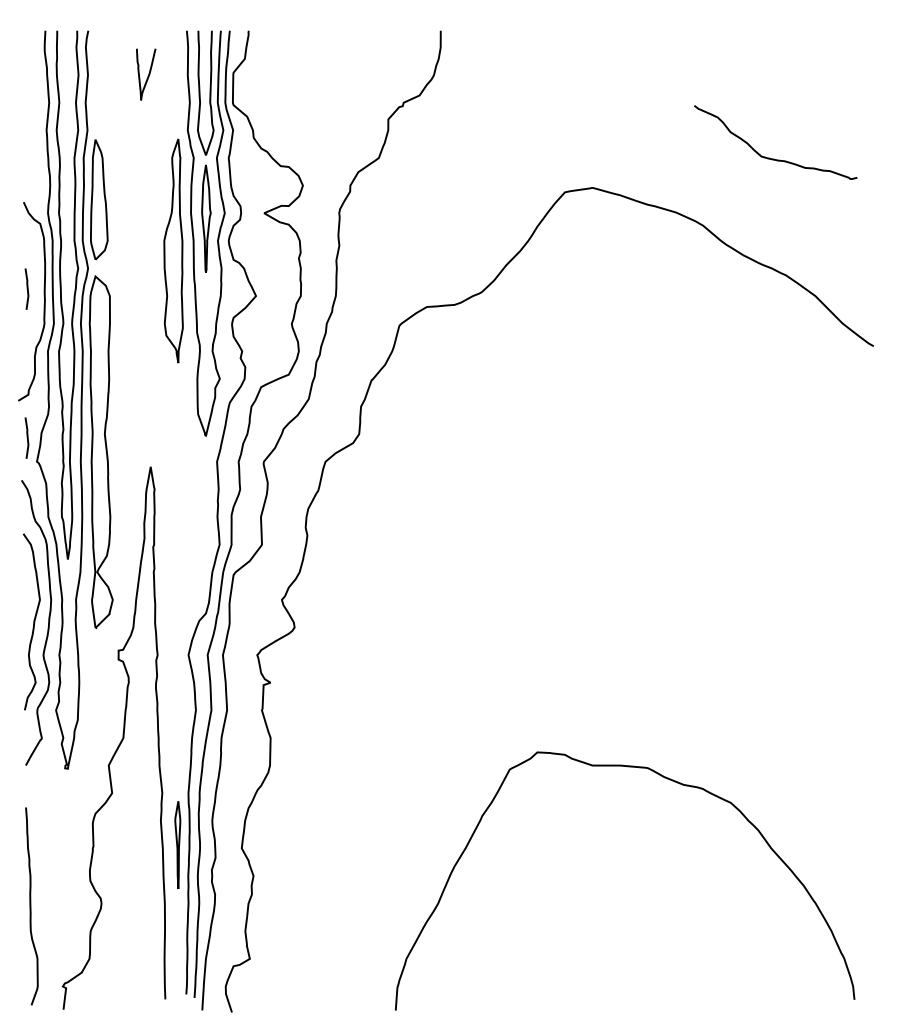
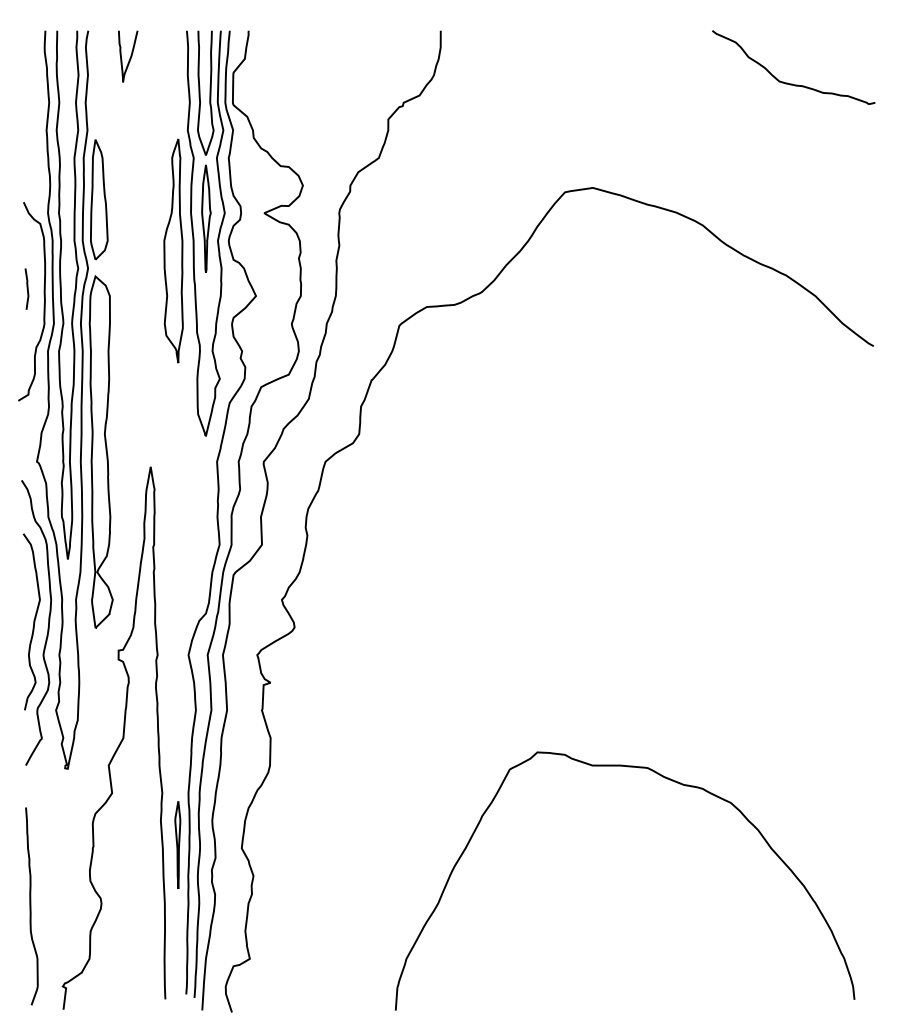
curve at (148, 74) position: (148, 74) -> (130, 56)
curve at (774, 158) position: (774, 158) -> (792, 83)
line at (26, 437): present -> none
